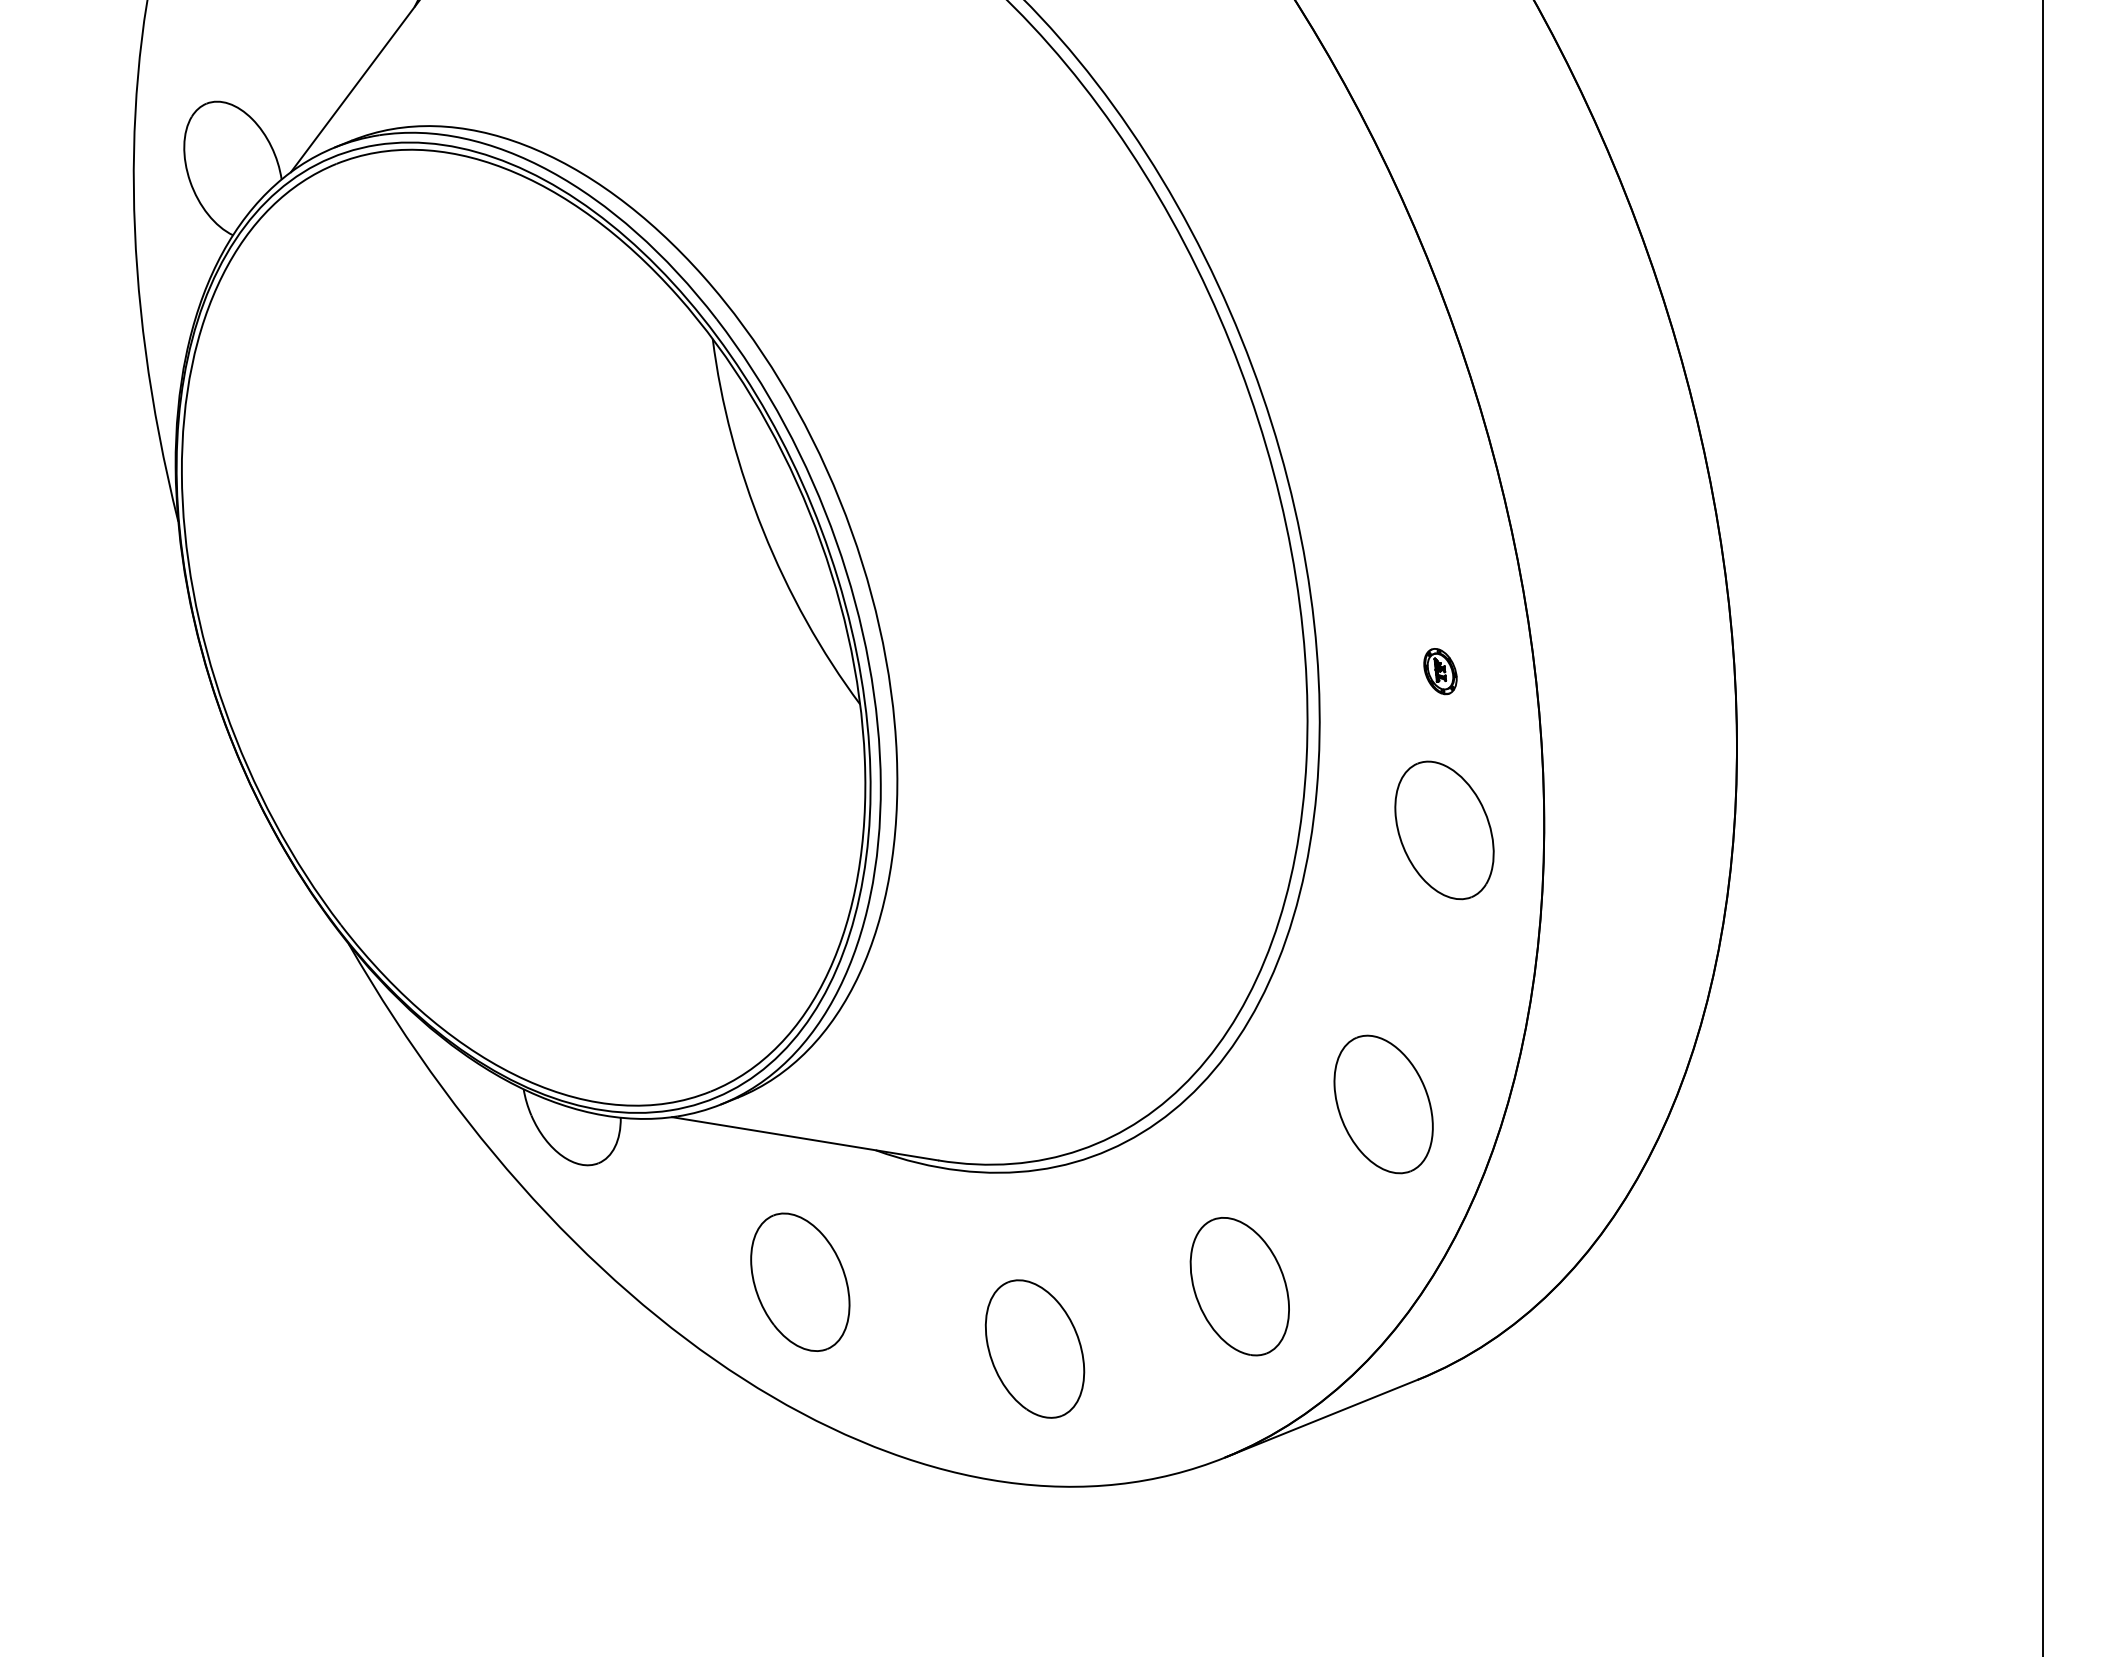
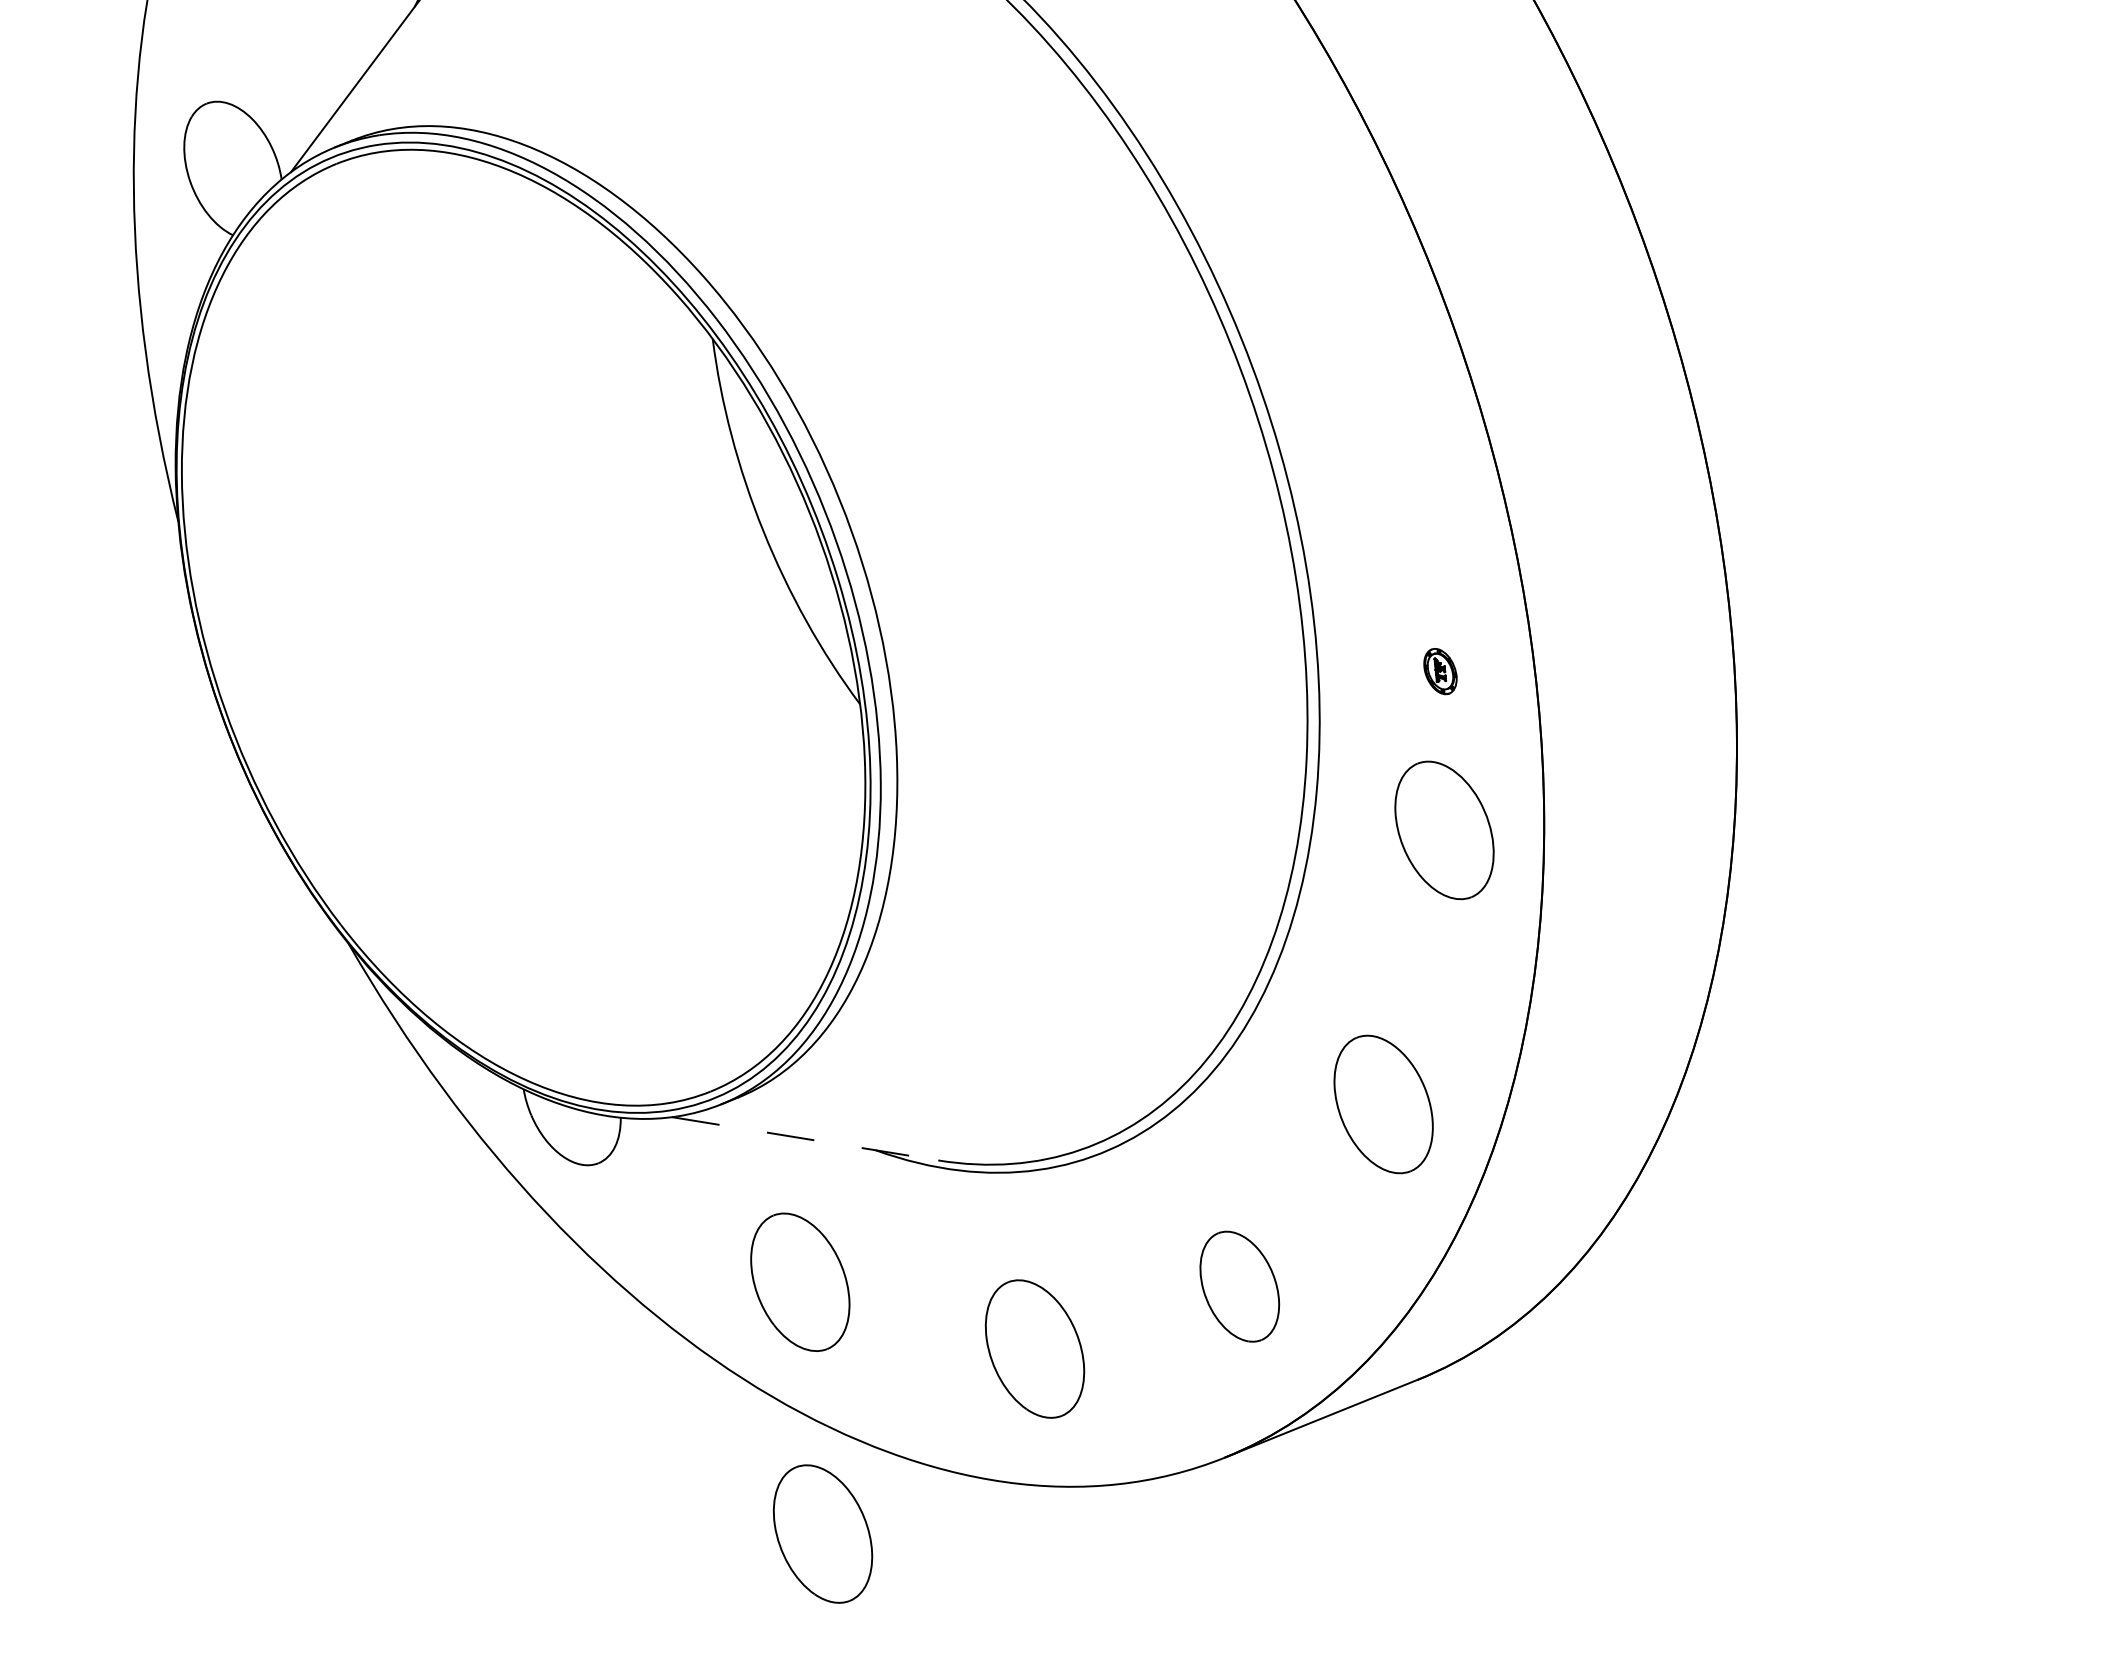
line at (2042, 827): present -> none
line at (805, 1138): solid -> dashed
part at (1239, 1286) size: 101x140 px -> 82x113 px
part at (822, 1533): none -> present
